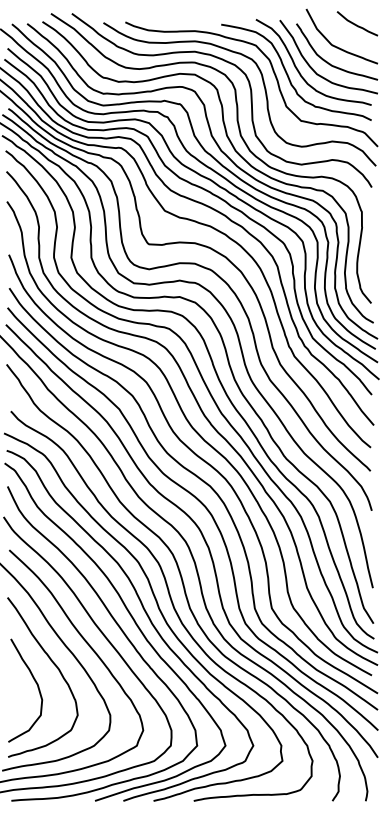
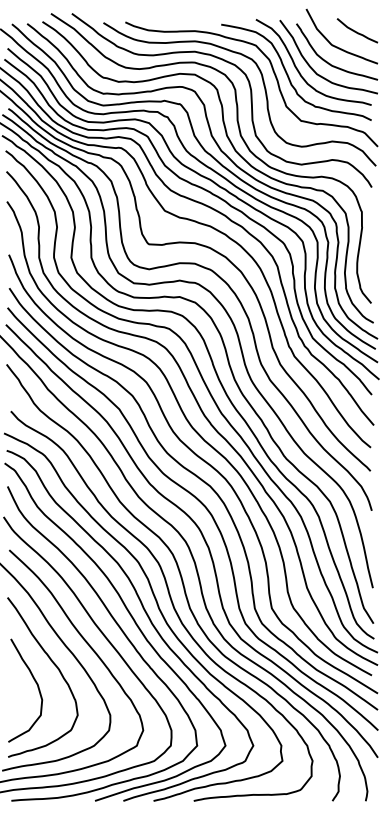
curve at (357, 24) position: (357, 24) -> (357, 31)
